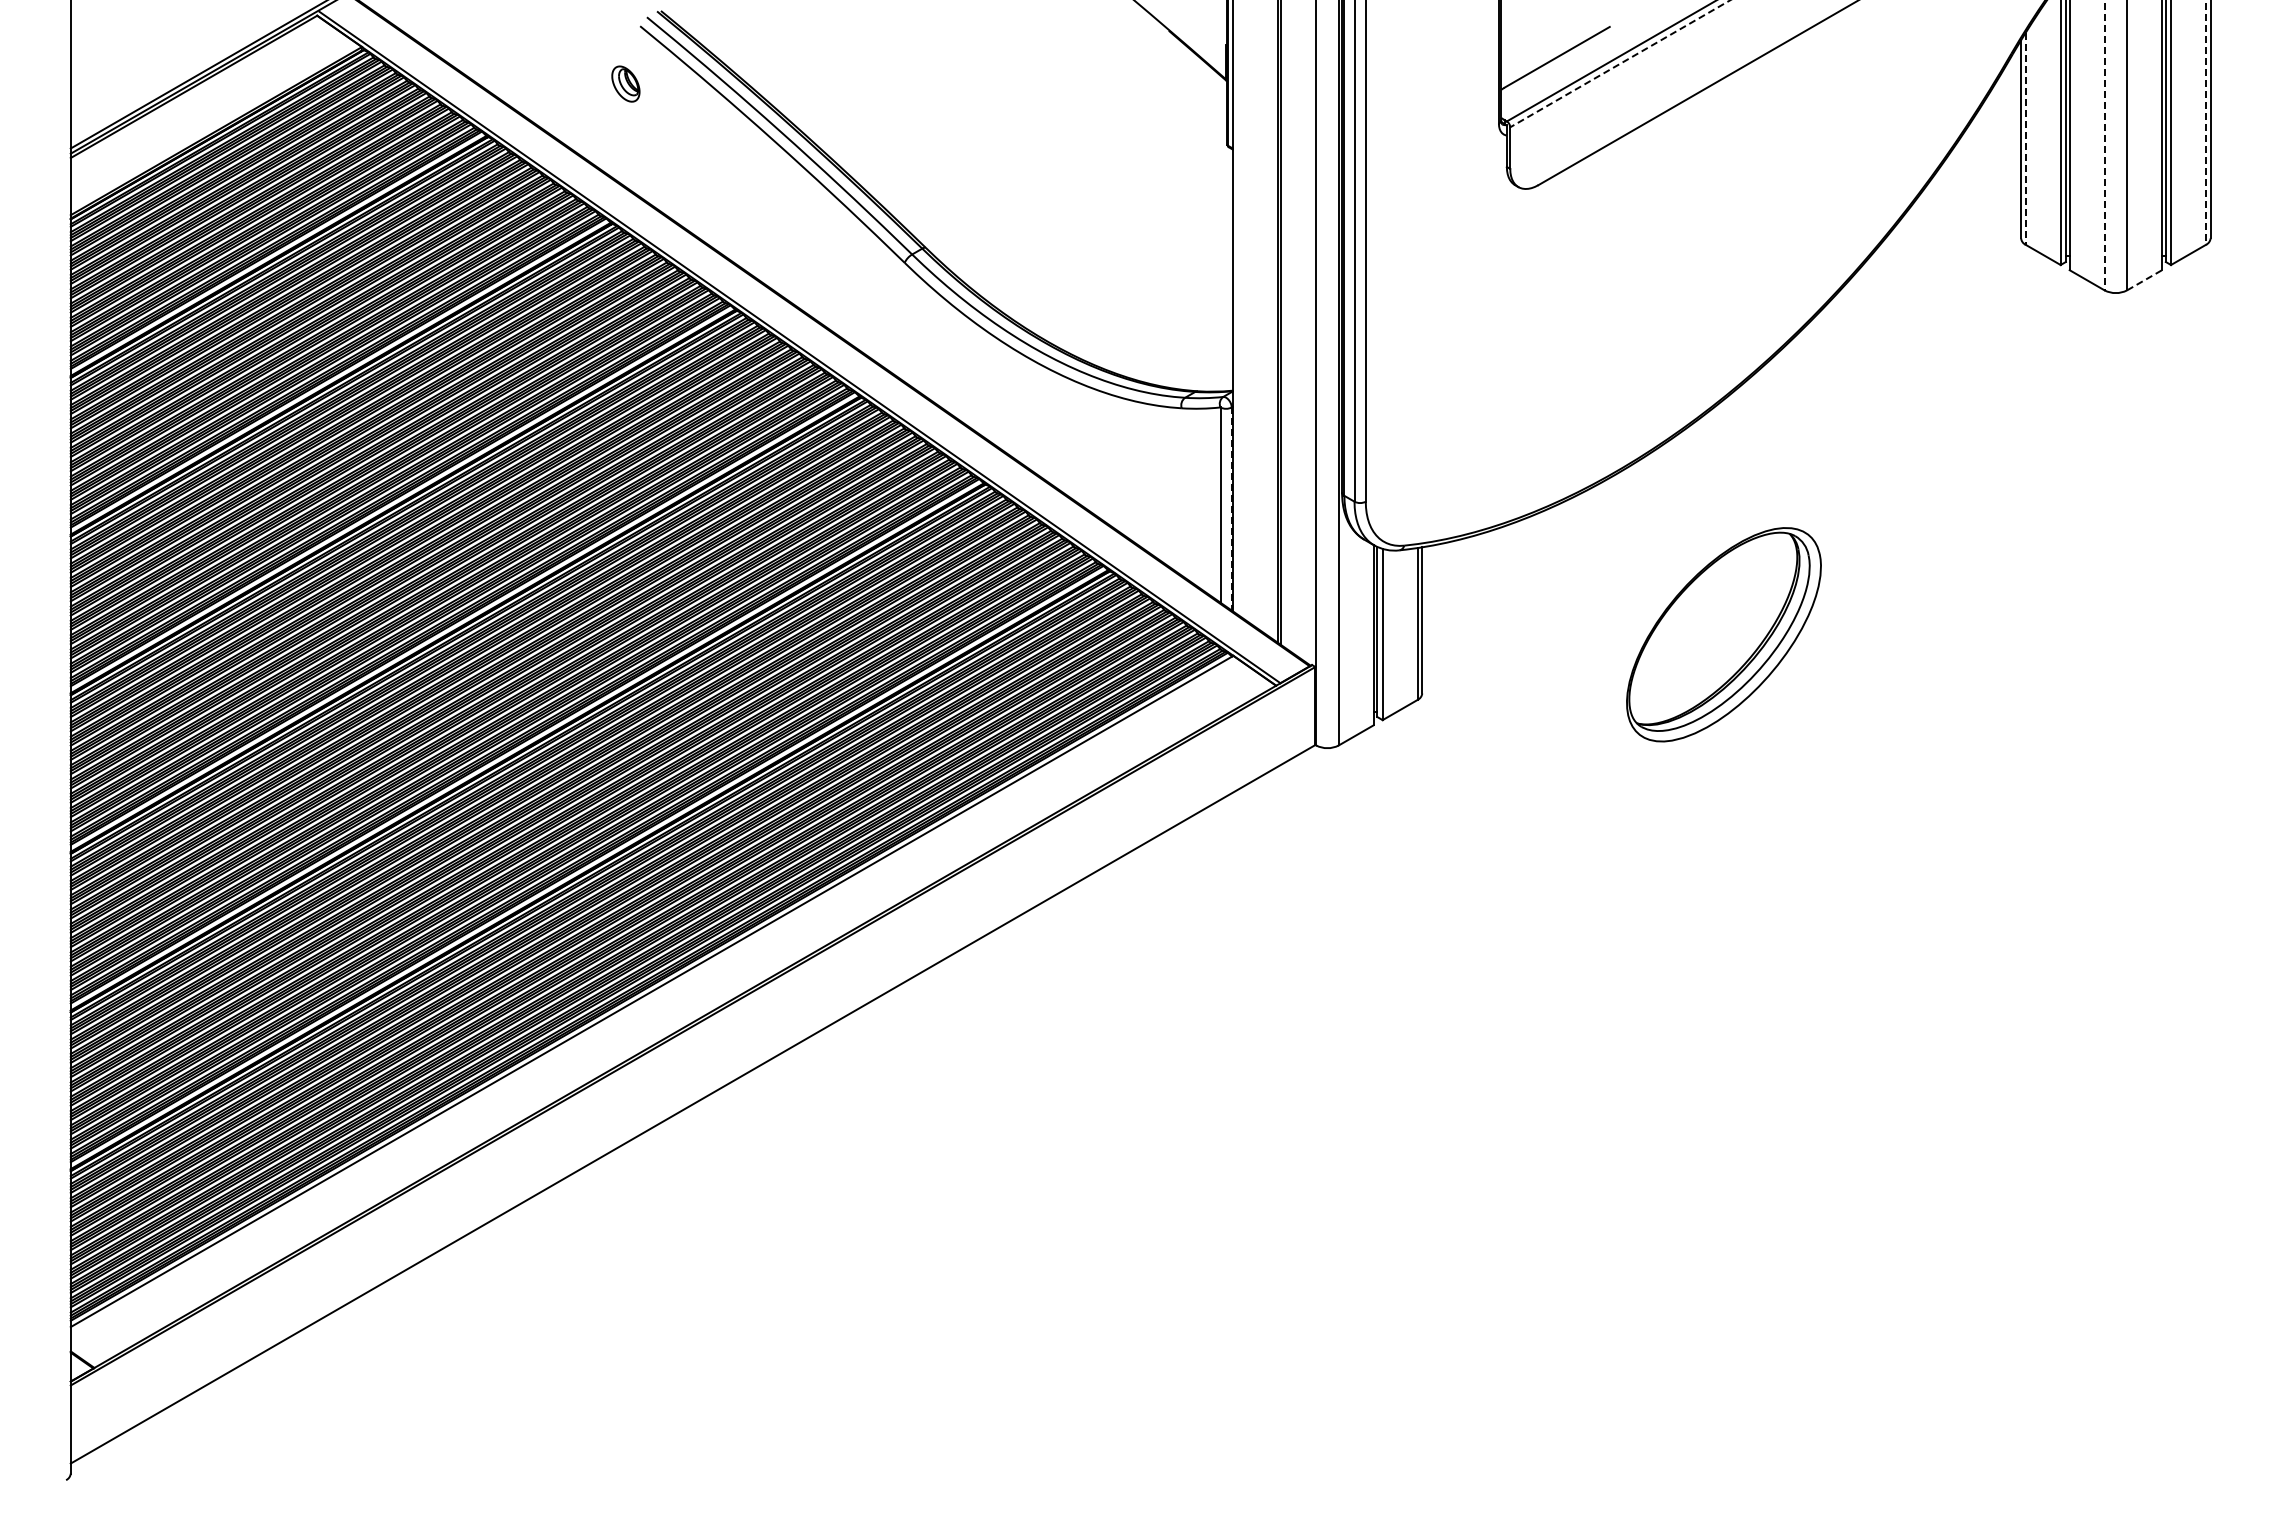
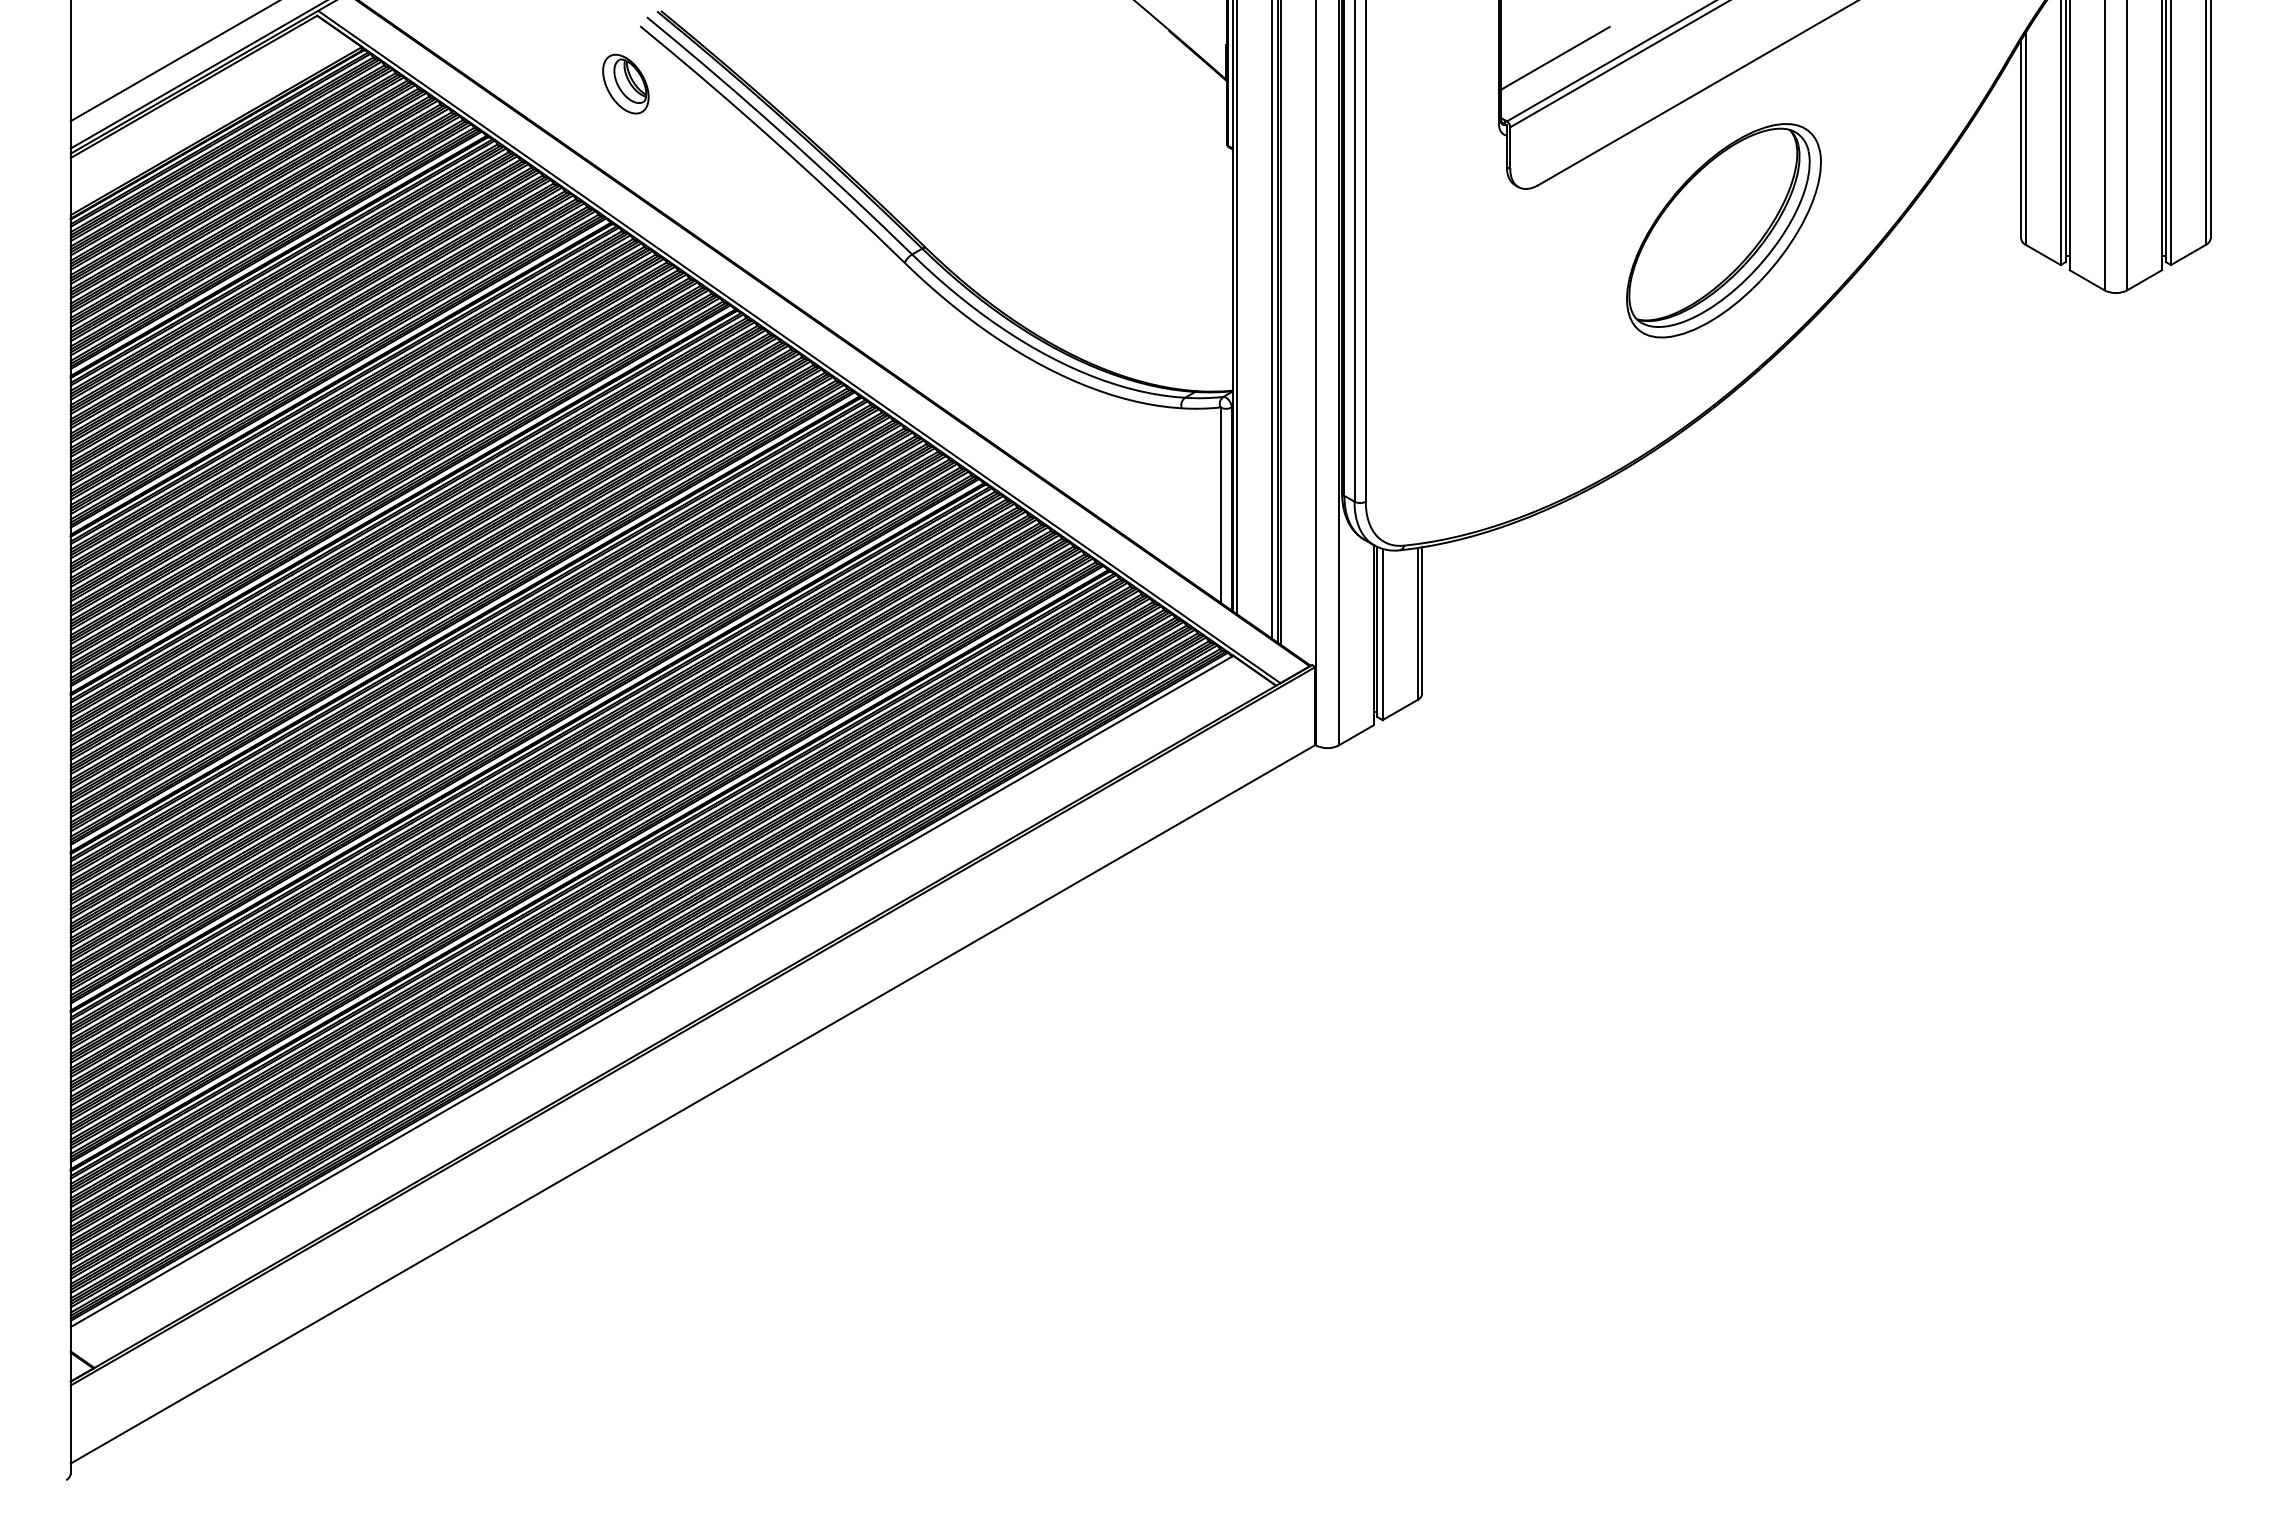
line at (173, 61): none -> present
line at (1620, 63): dashed -> solid
part at (625, 83) size: 30x38 px -> 48x62 px
line at (2205, 123): dashed -> solid
line at (2025, 139): dashed -> solid
line at (2104, 145): dashed -> solid
line at (2145, 280): dashed -> solid
line at (1237, 308): none -> present
line at (1272, 320): none -> present
line at (1231, 509): dashed -> solid
part at (1723, 634) position: (1723, 634) -> (1723, 230)
